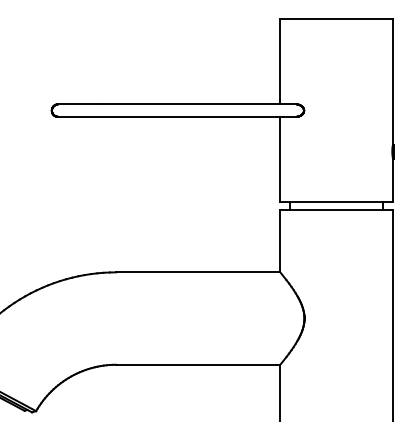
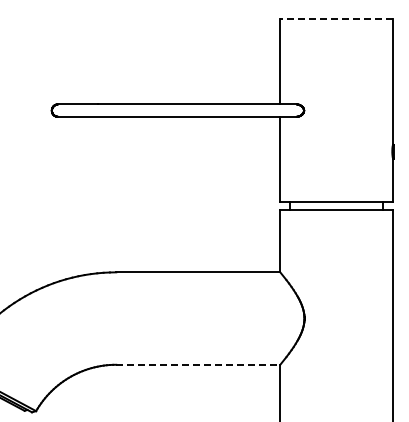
line at (336, 18): solid -> dashed
line at (198, 364): solid -> dashed
